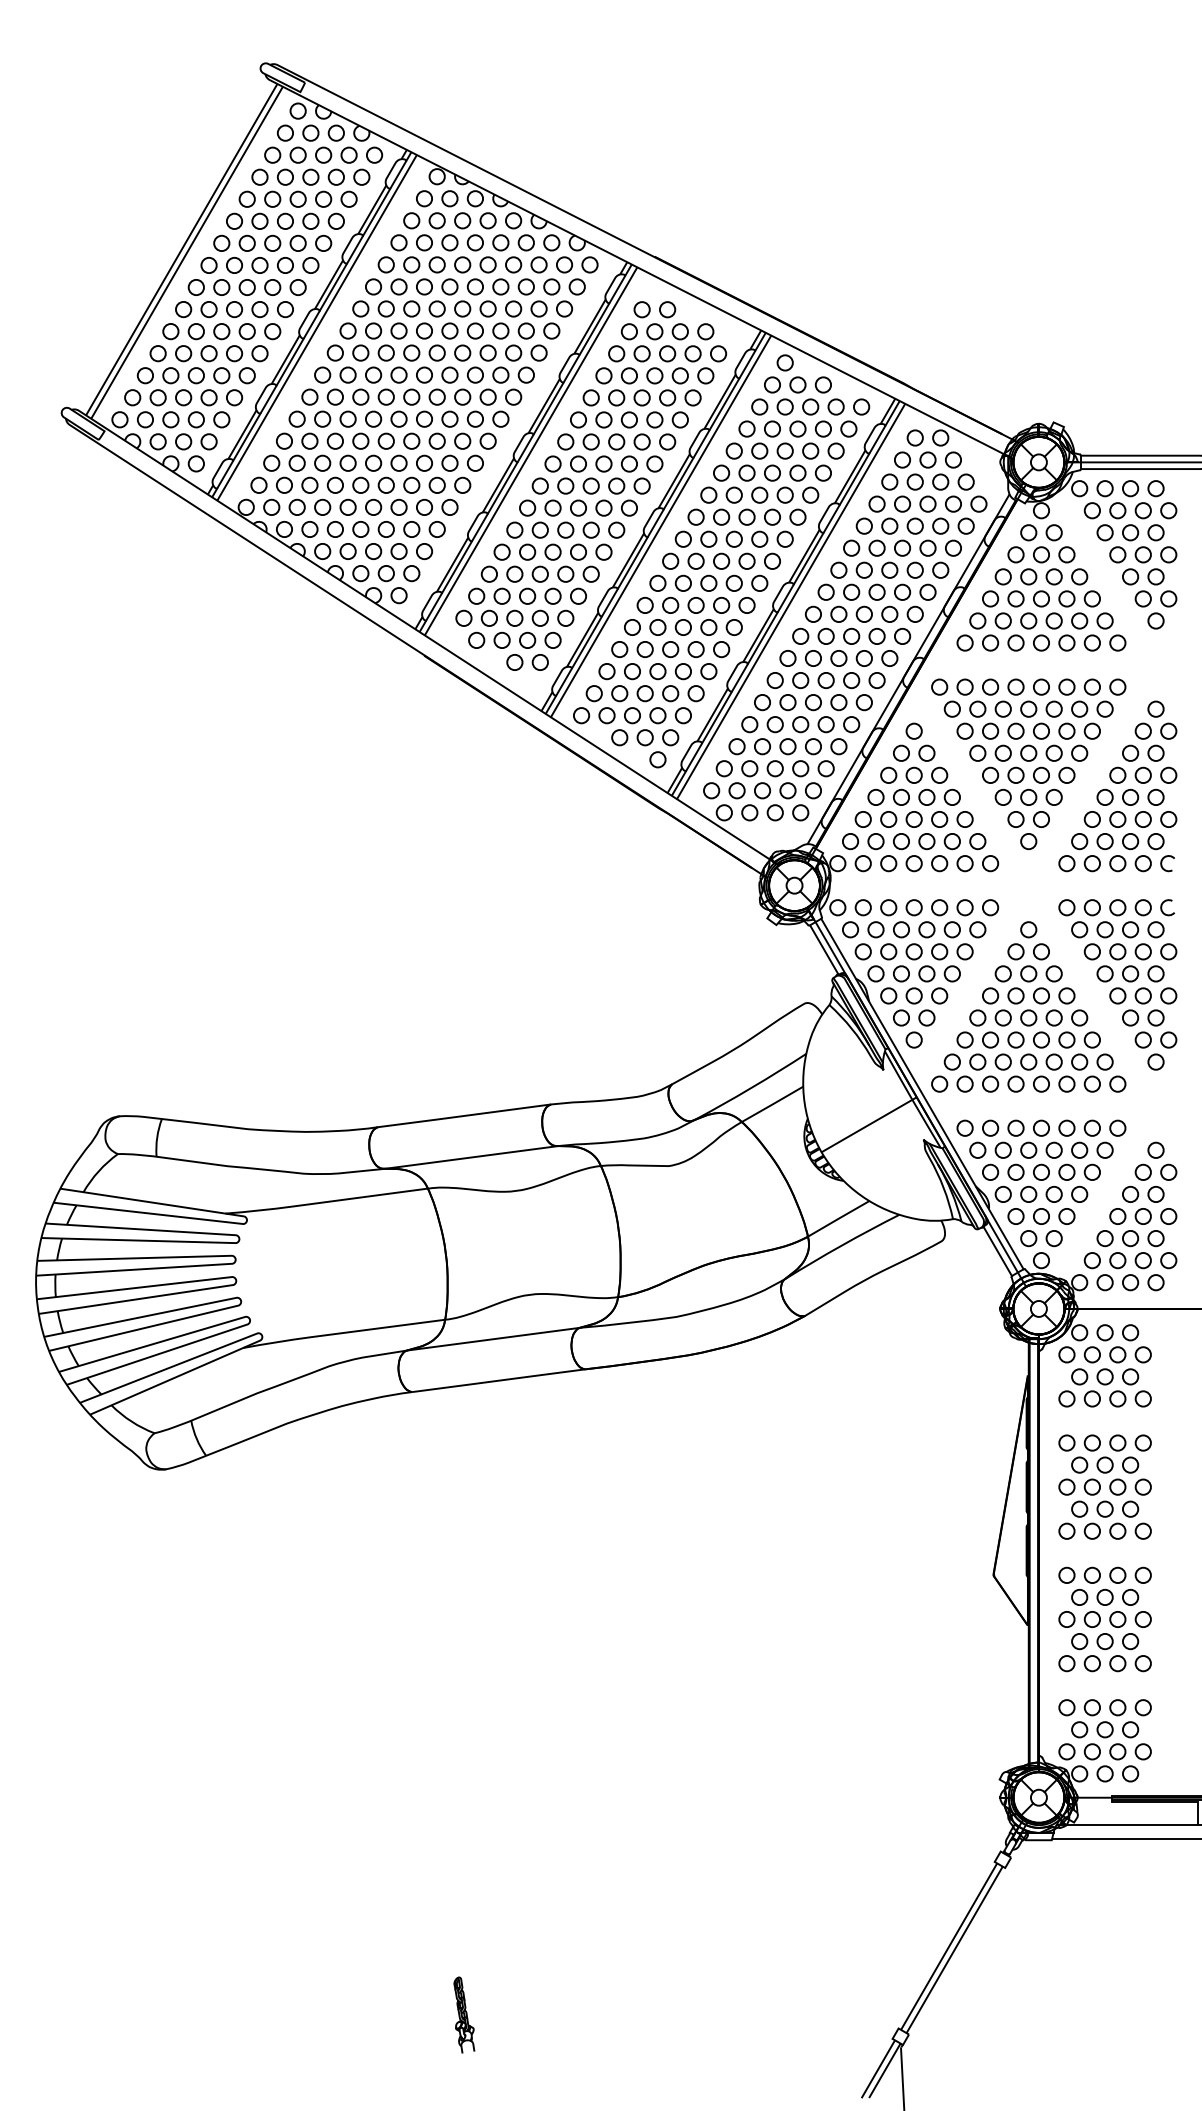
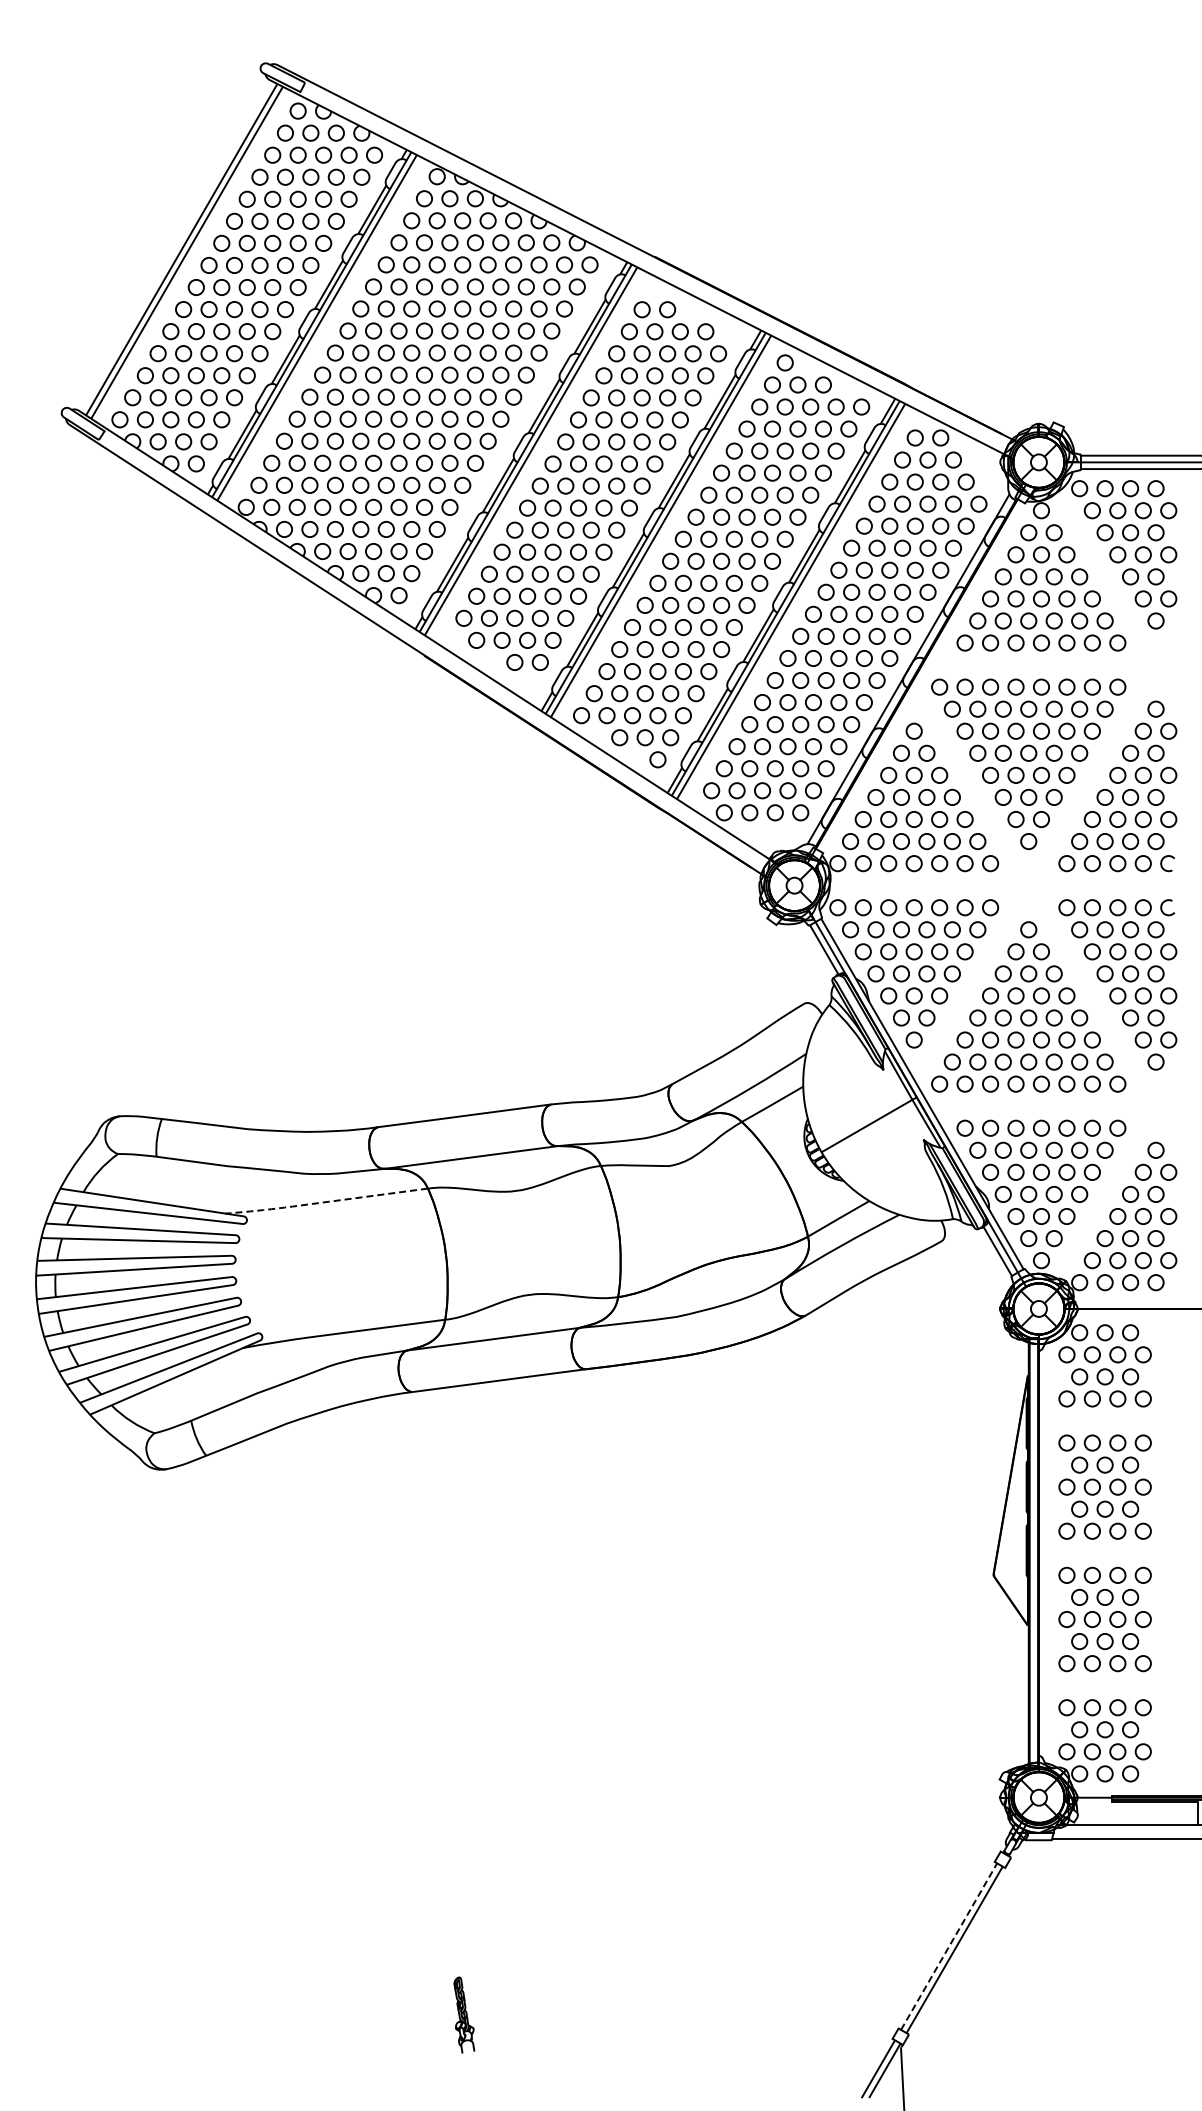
line at (324, 1202): solid -> dashed
line at (949, 1946): solid -> dashed
